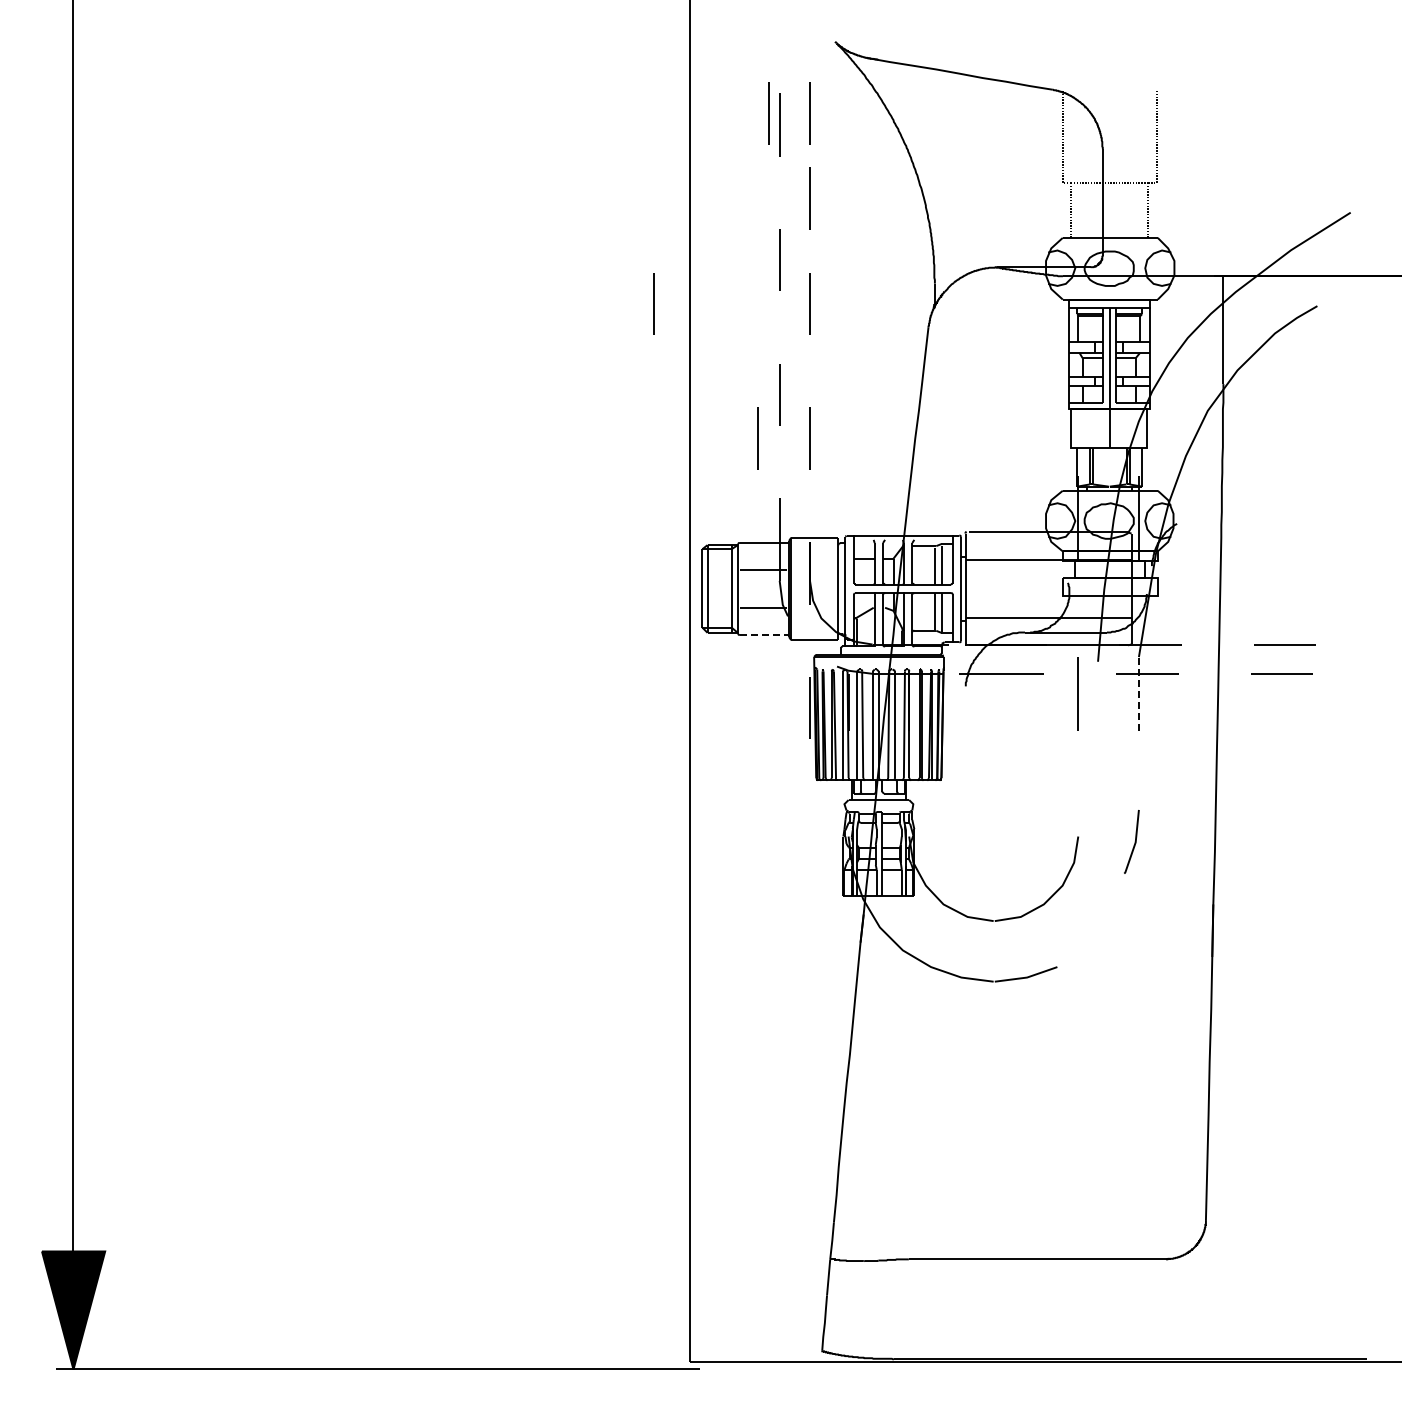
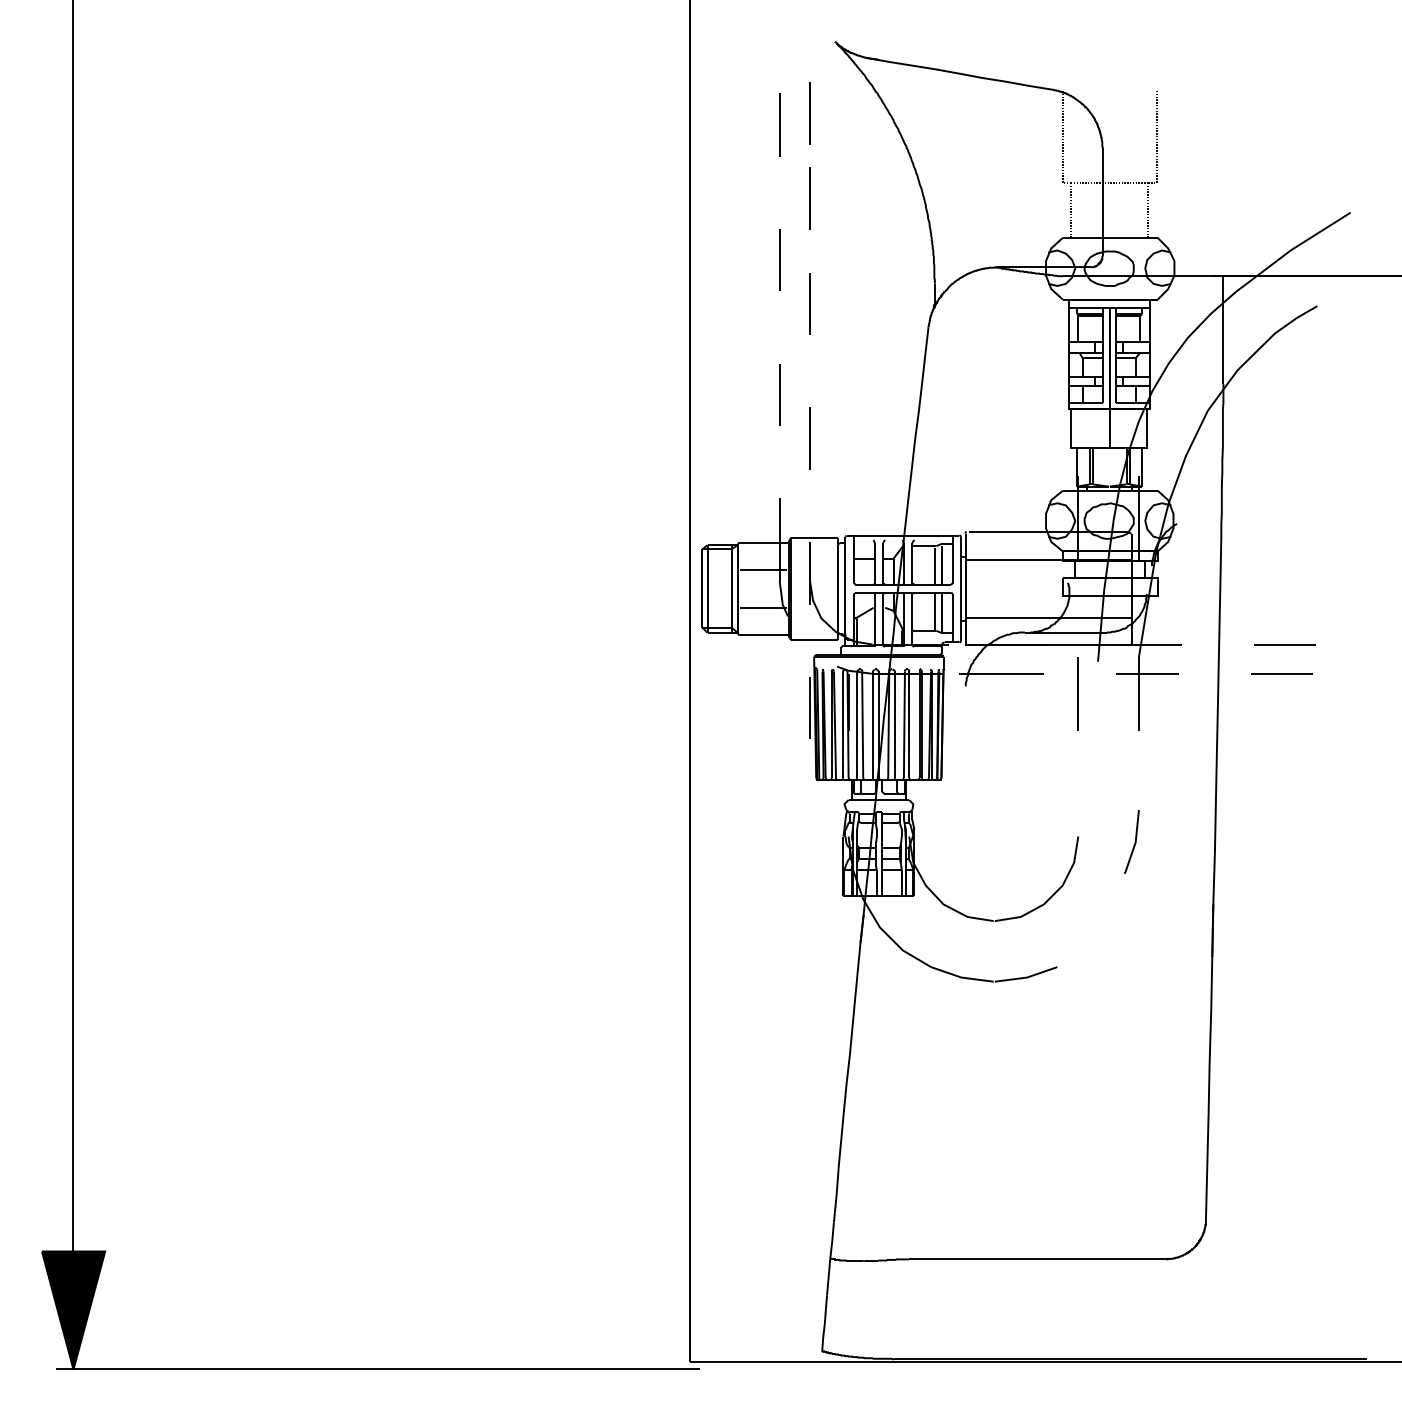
line at (768, 113): present -> none
line at (653, 303): present -> none
line at (757, 438): present -> none
line at (764, 634): dashed -> solid
line at (1138, 693): dashed -> solid
